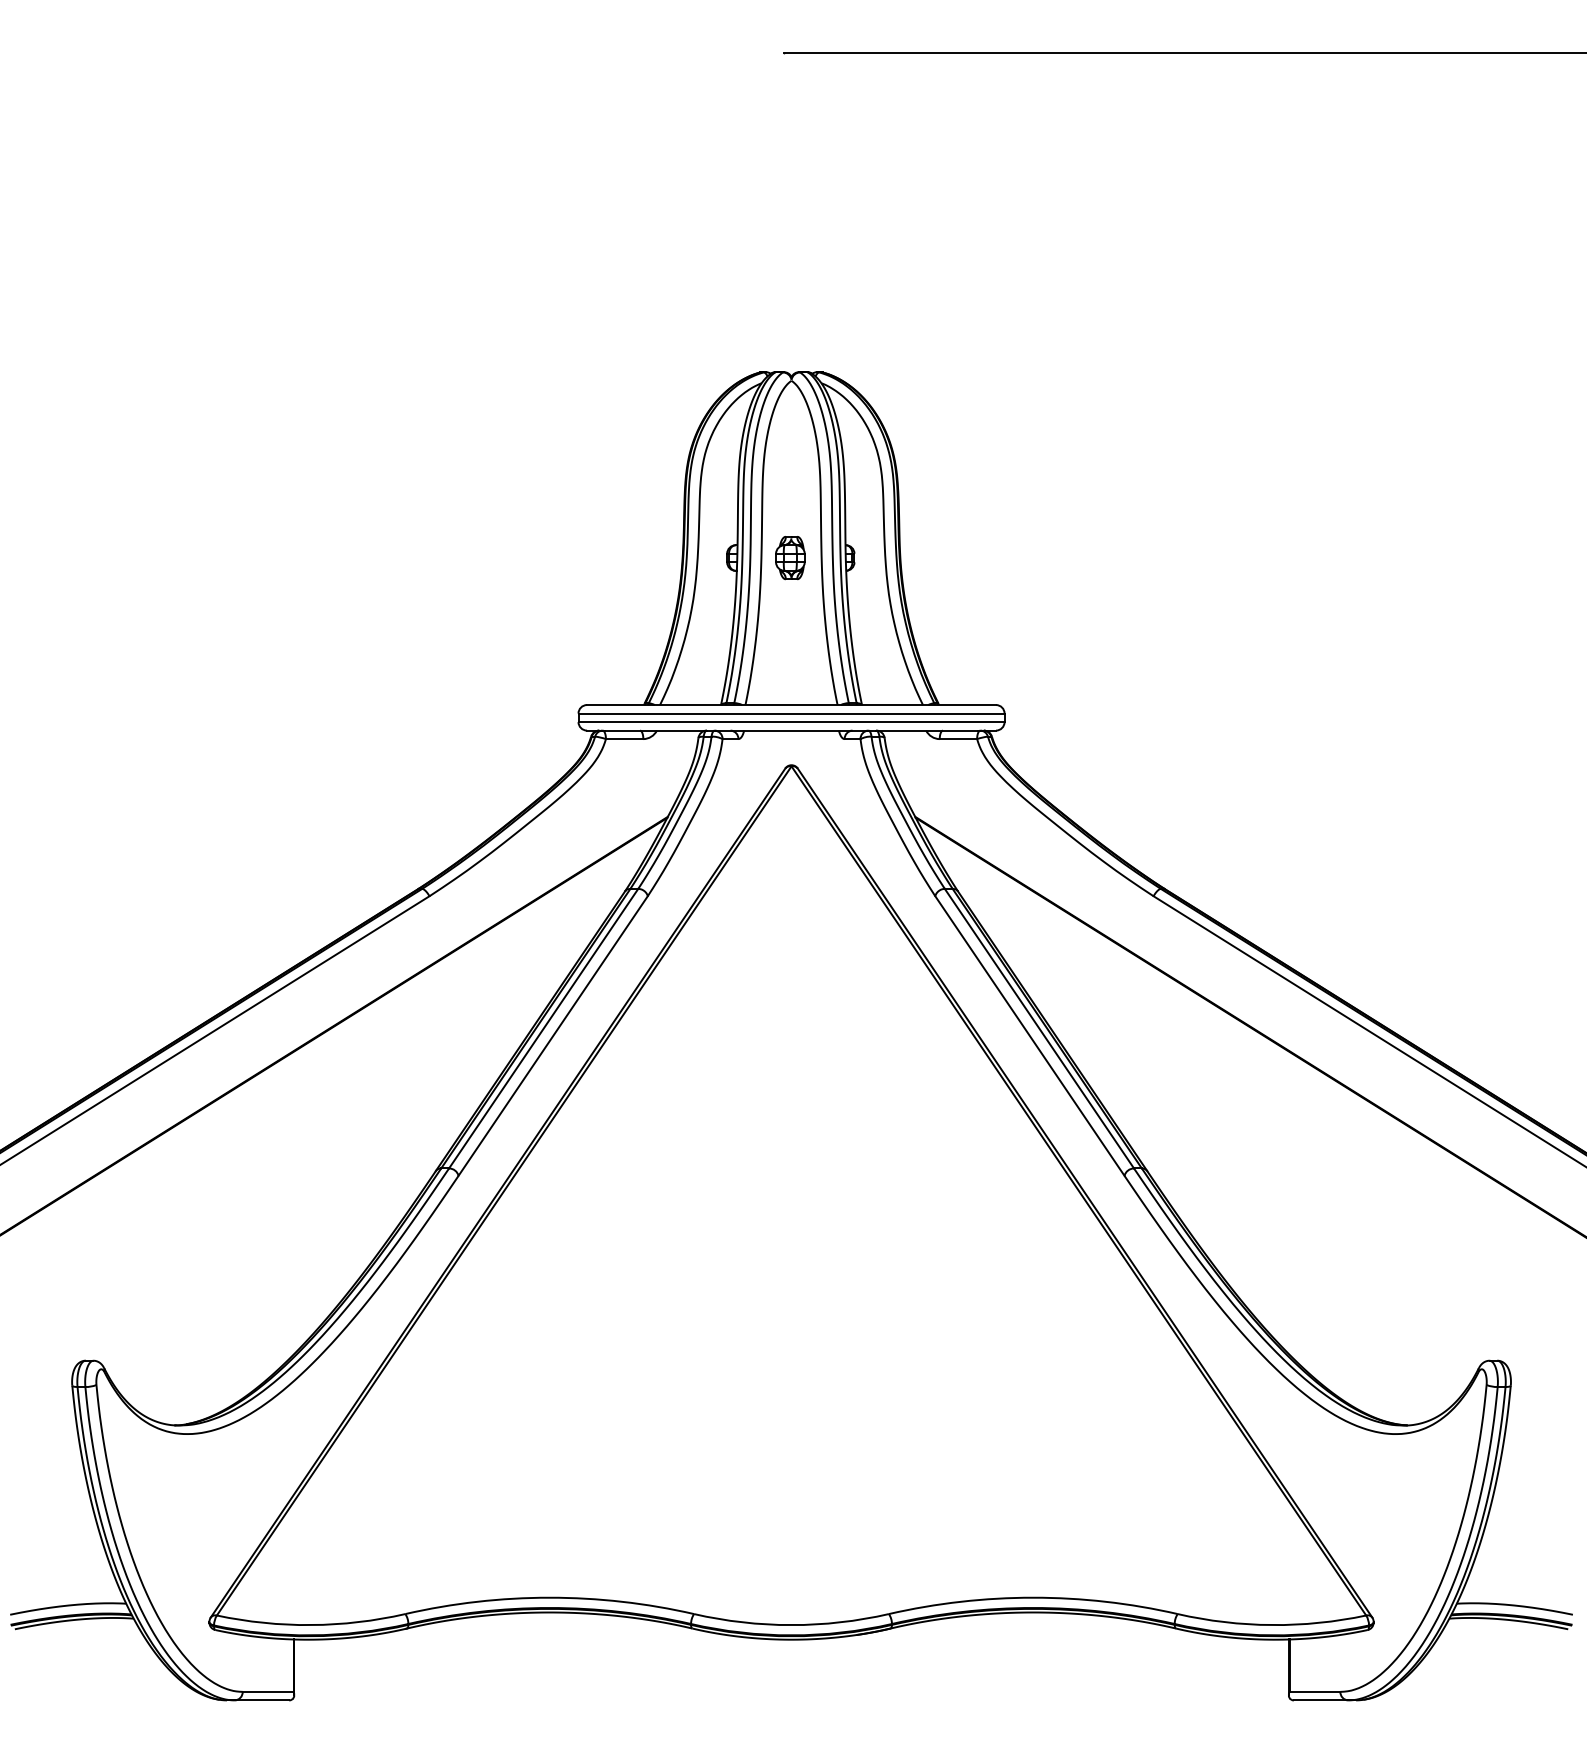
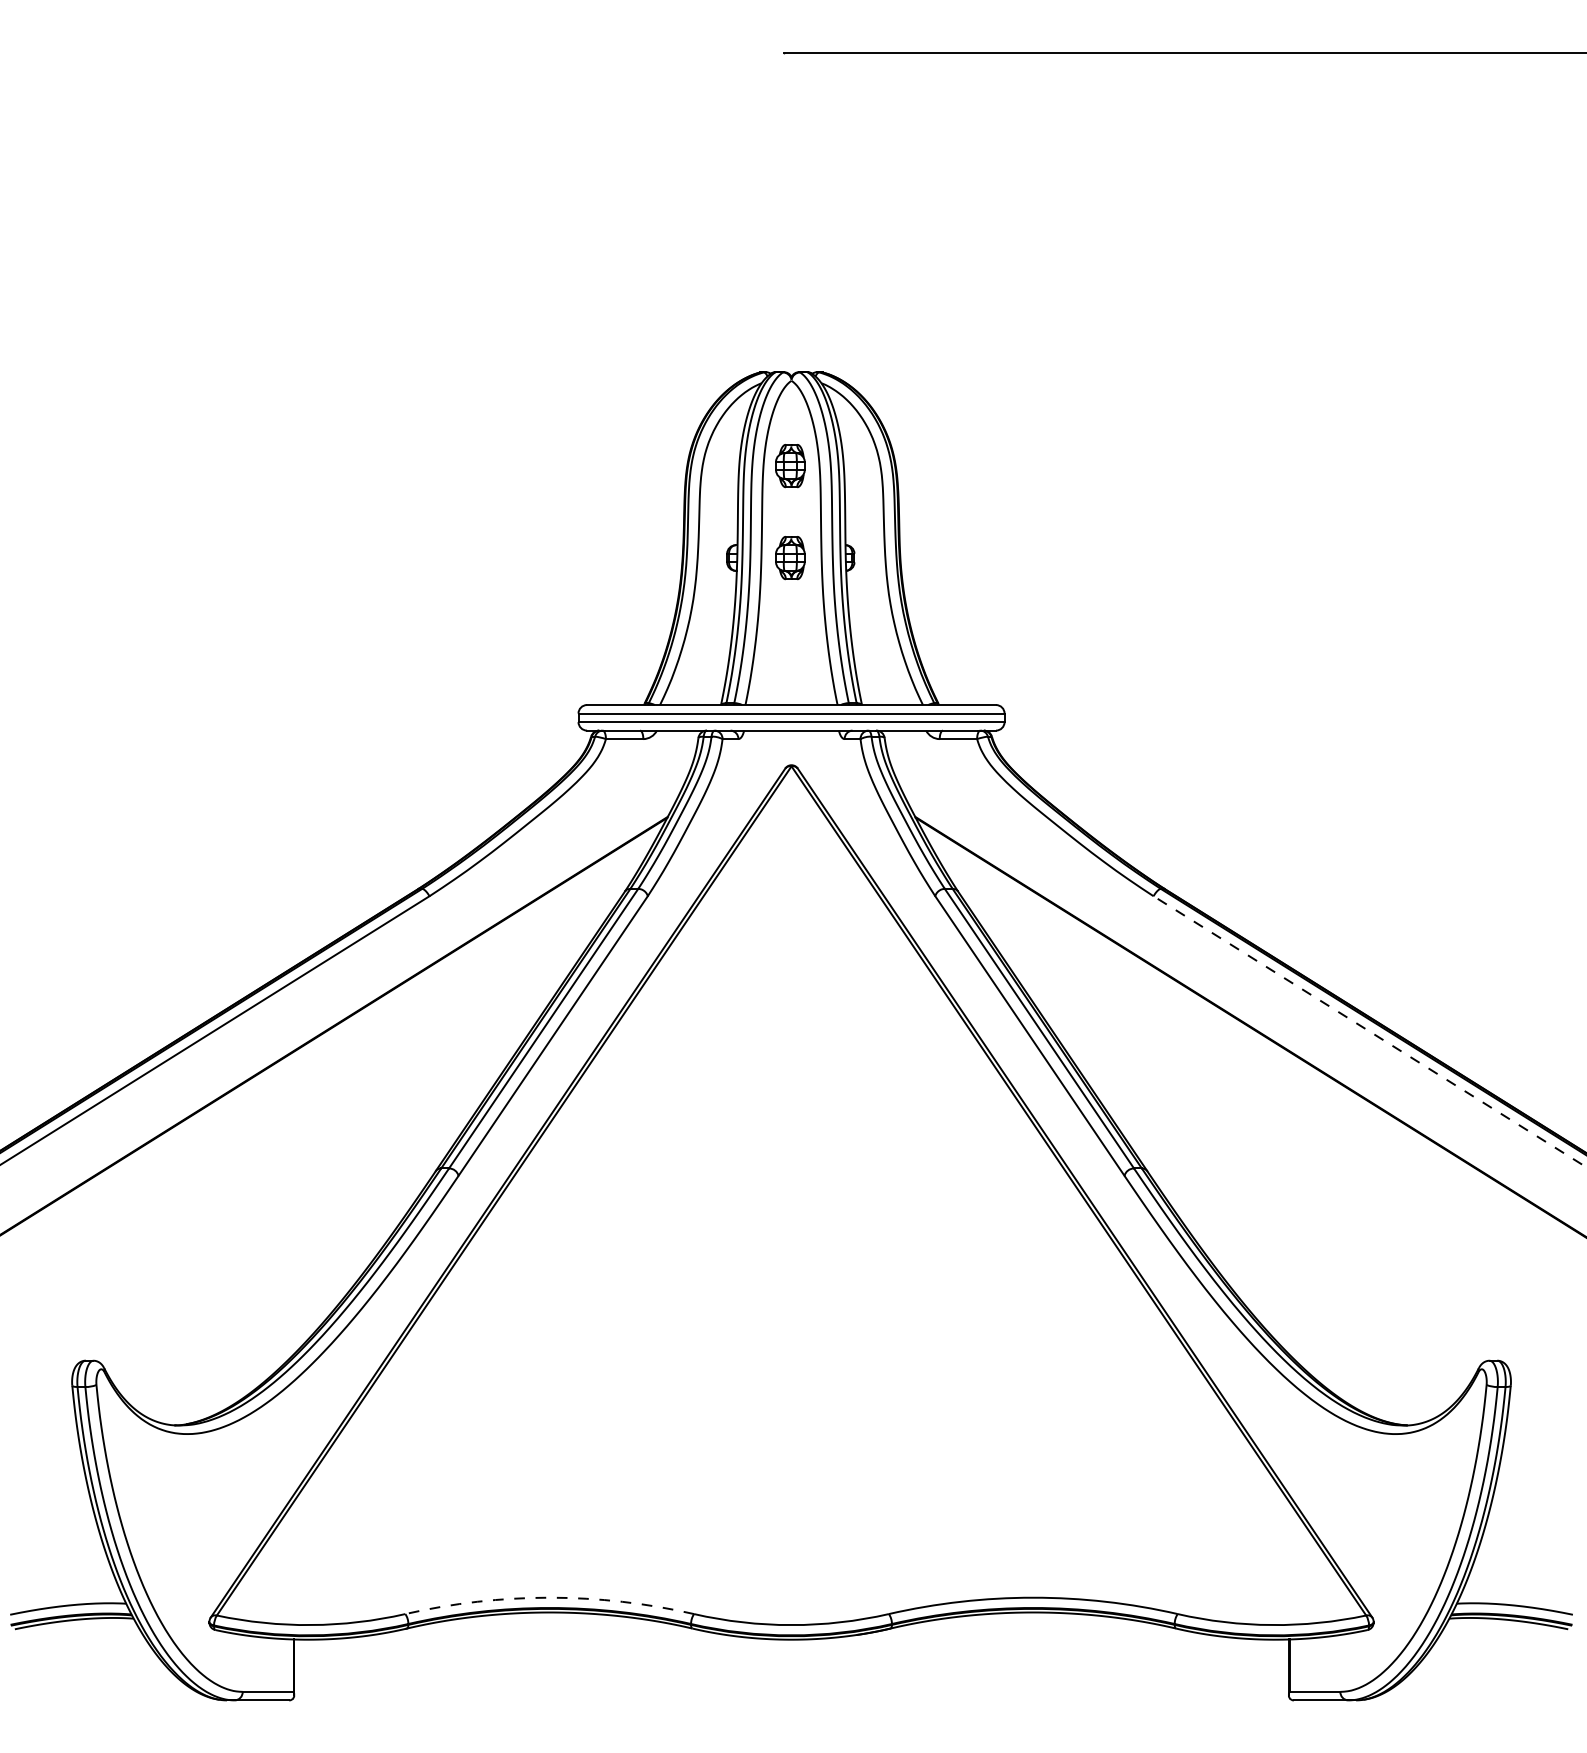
part at (790, 466): none -> present
line at (1369, 1031): solid -> dashed
arc at (549, 1597): solid -> dashed
